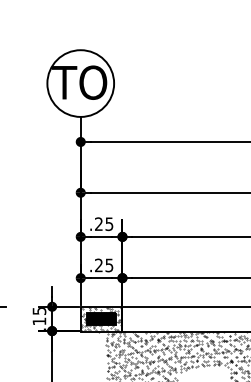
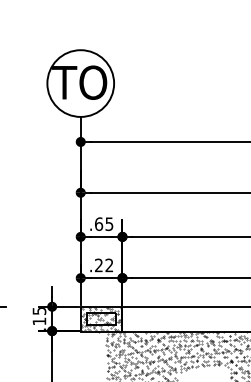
text at (99, 224): .25 -> .65
text at (109, 265): .25 -> .22
fill at (101, 319): present -> none
